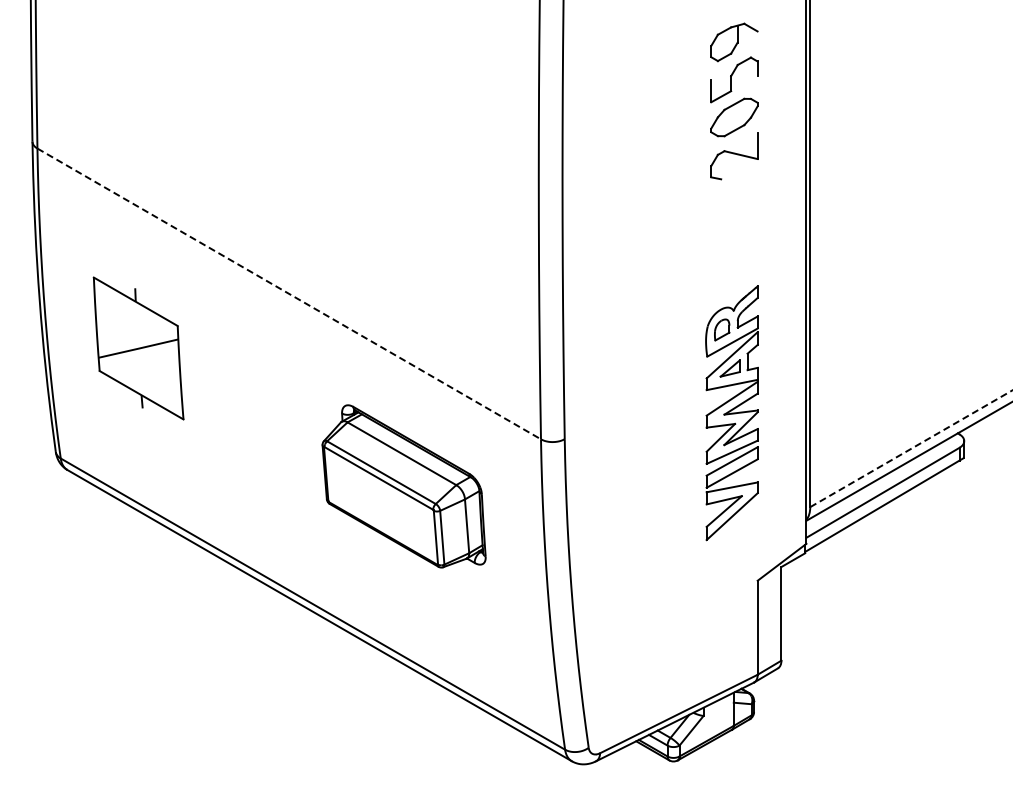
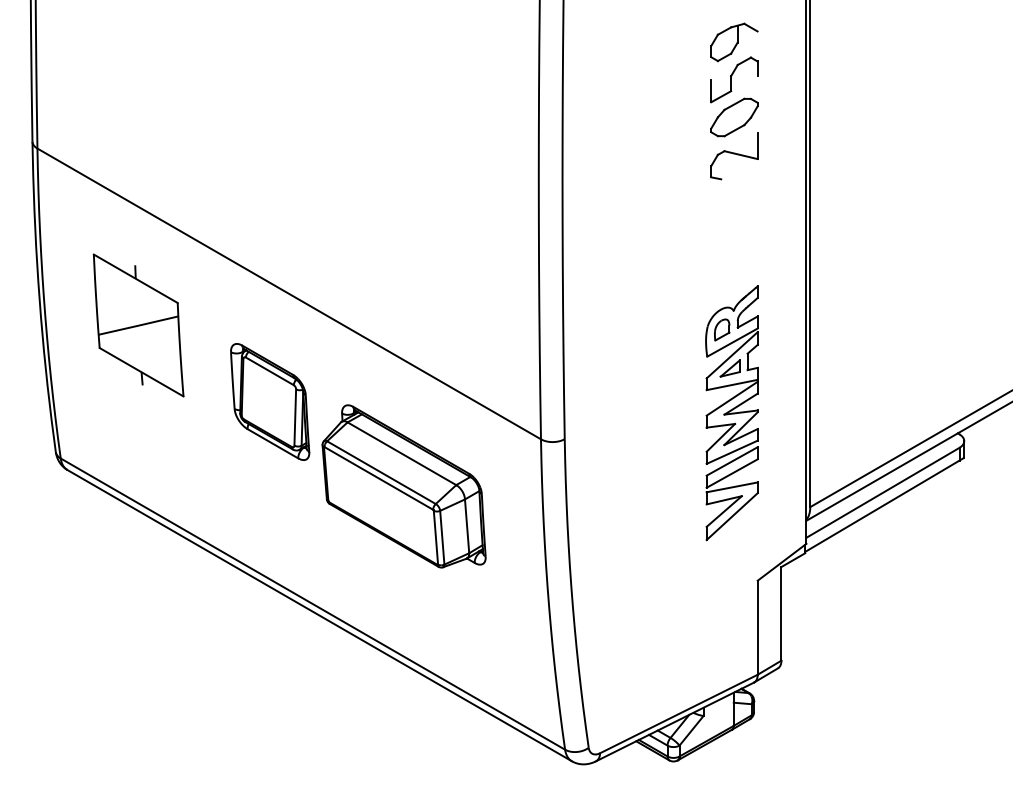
line at (289, 293): dashed -> solid
part at (138, 348) position: (138, 348) -> (138, 325)
part at (270, 401): none -> present
line at (911, 448): dashed -> solid
